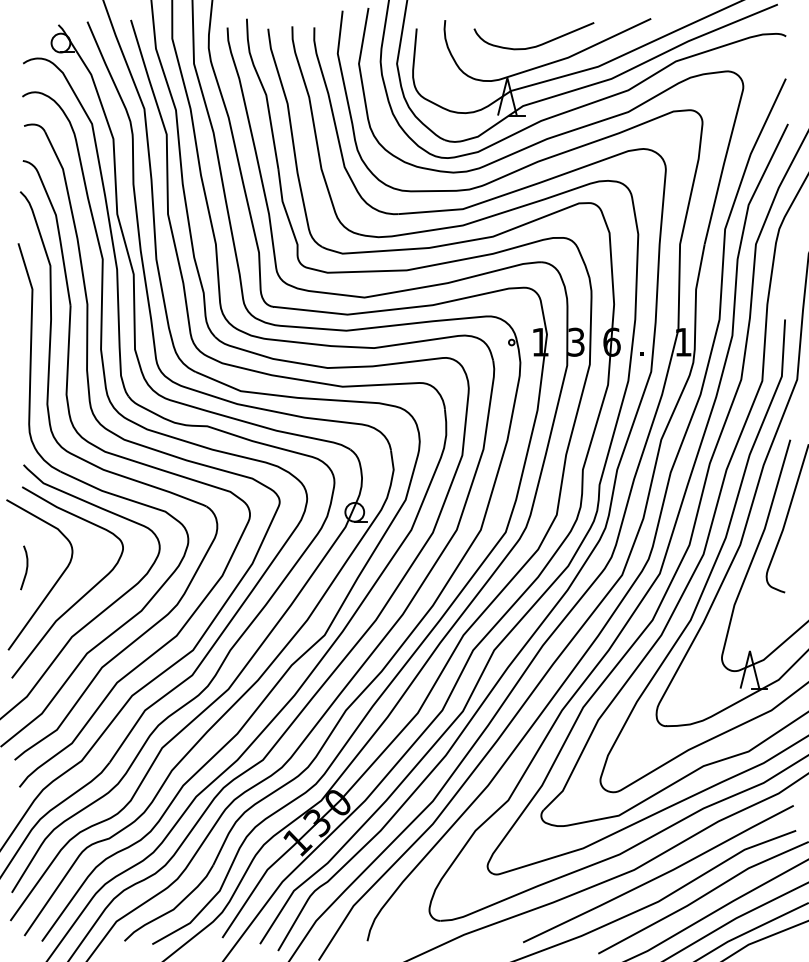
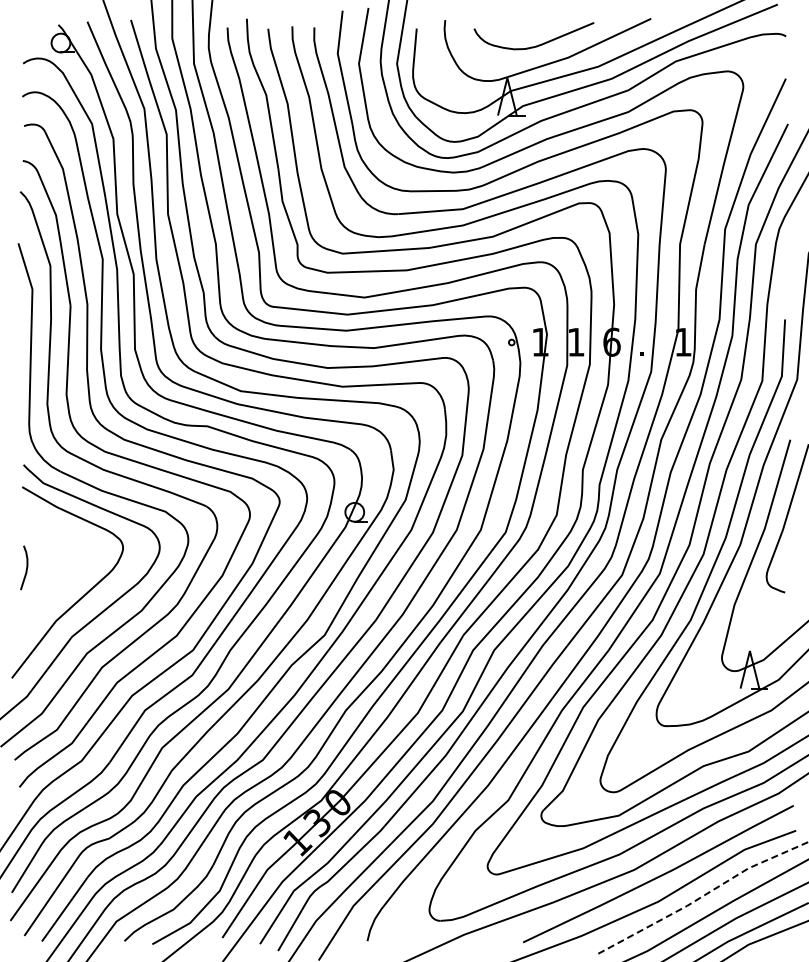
text at (576, 341): 3 -> 1
curve at (53, 584): present -> none
line at (703, 896): solid -> dashed
